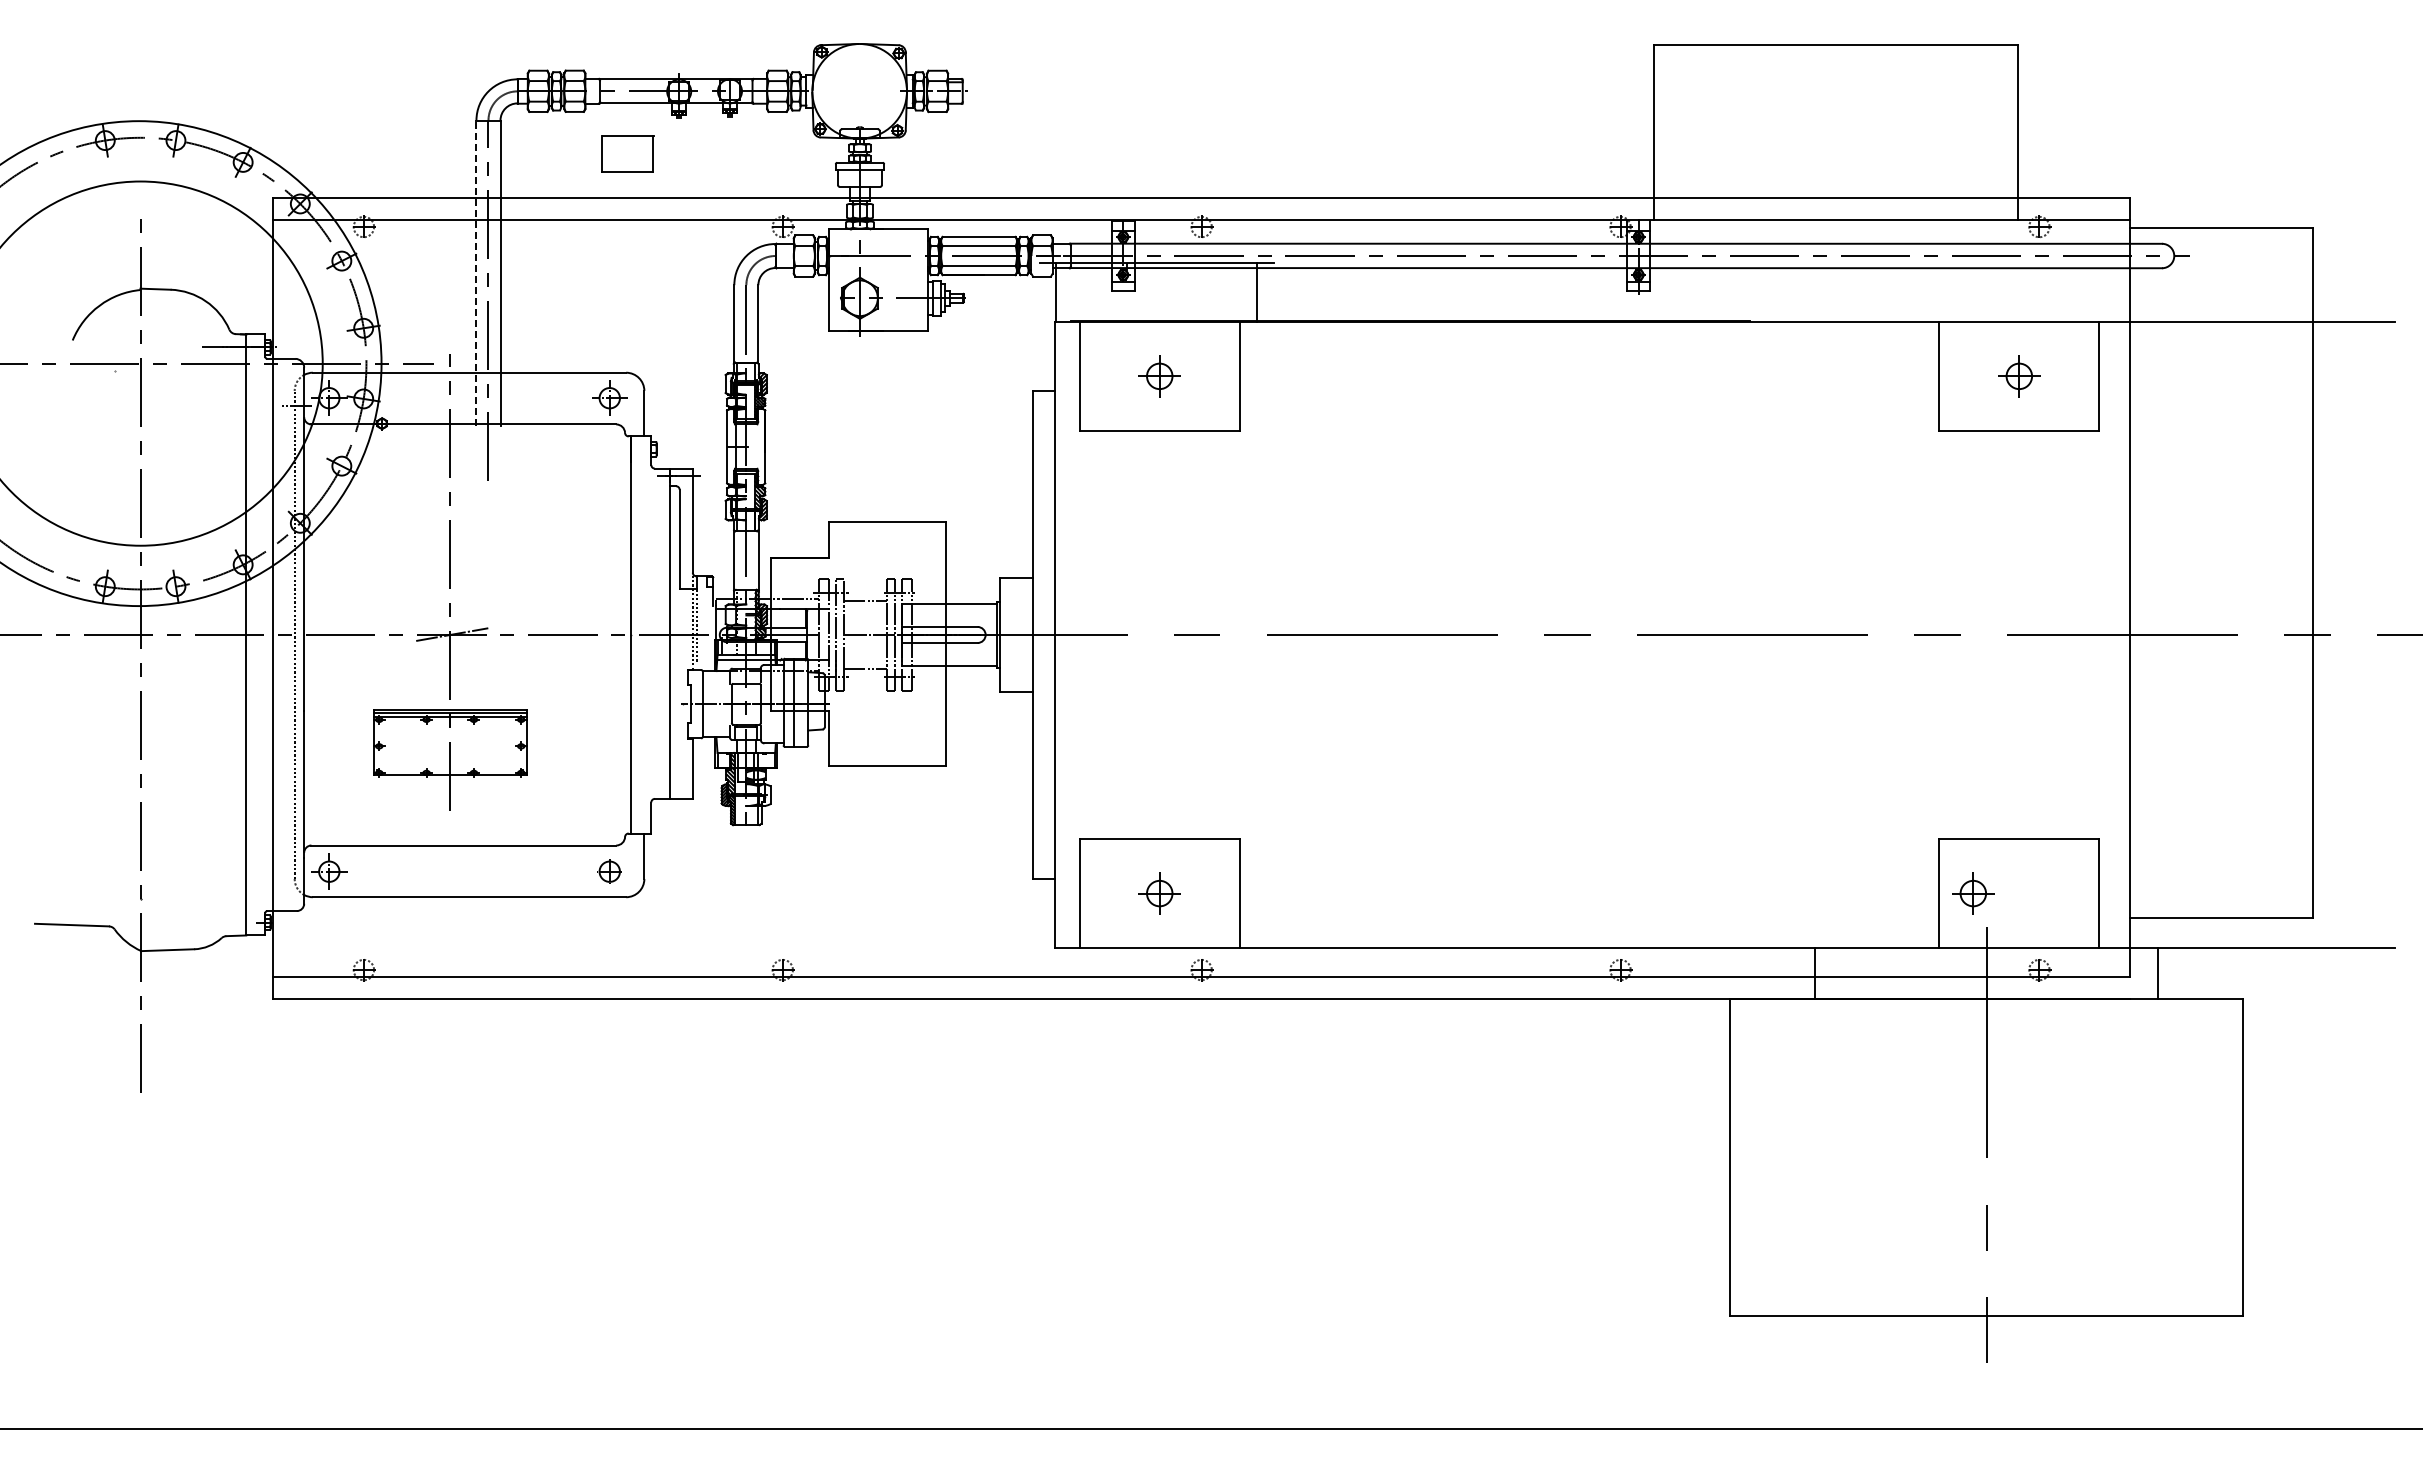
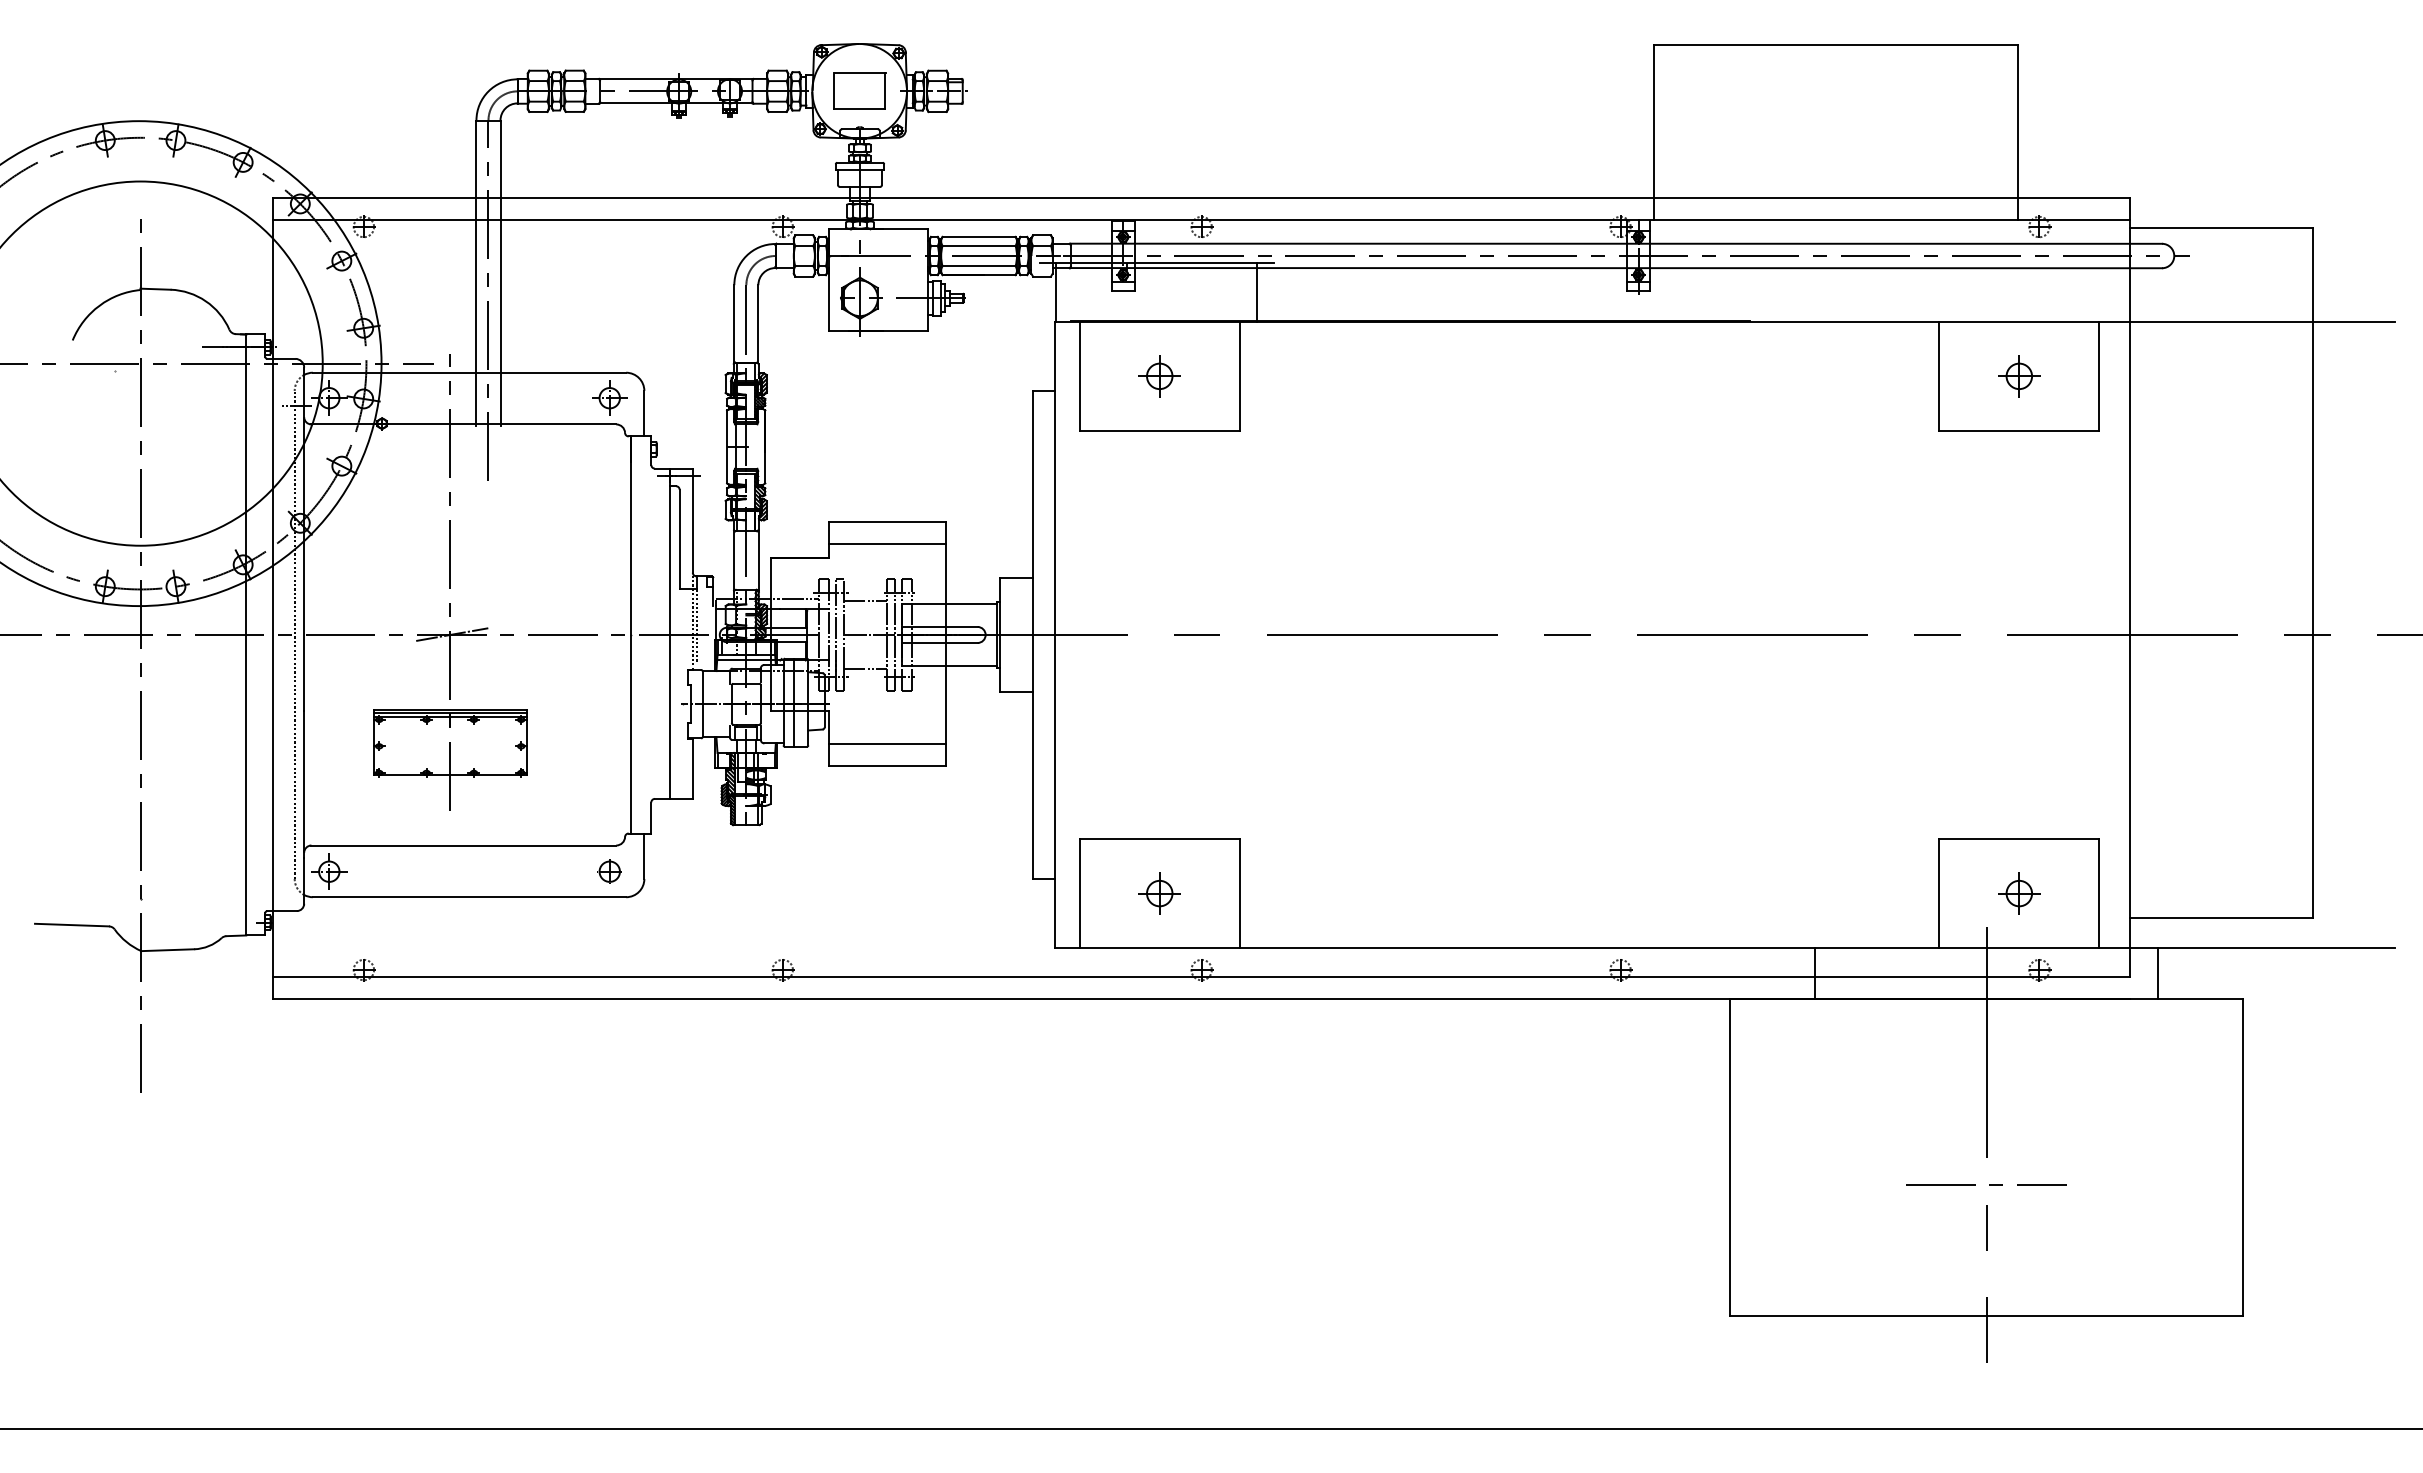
part at (627, 153) position: (627, 153) -> (859, 90)
line at (476, 273): dashed -> solid
line at (887, 543): none -> present
line at (887, 744): none -> present
part at (1973, 893) position: (1973, 893) -> (2019, 893)
line at (1989, 1184): none -> present
